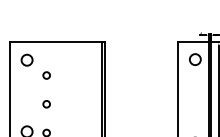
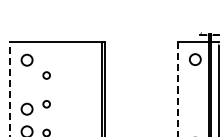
line at (9, 89): solid -> dashed
line at (178, 89): solid -> dashed
circle at (26, 108): none -> present
